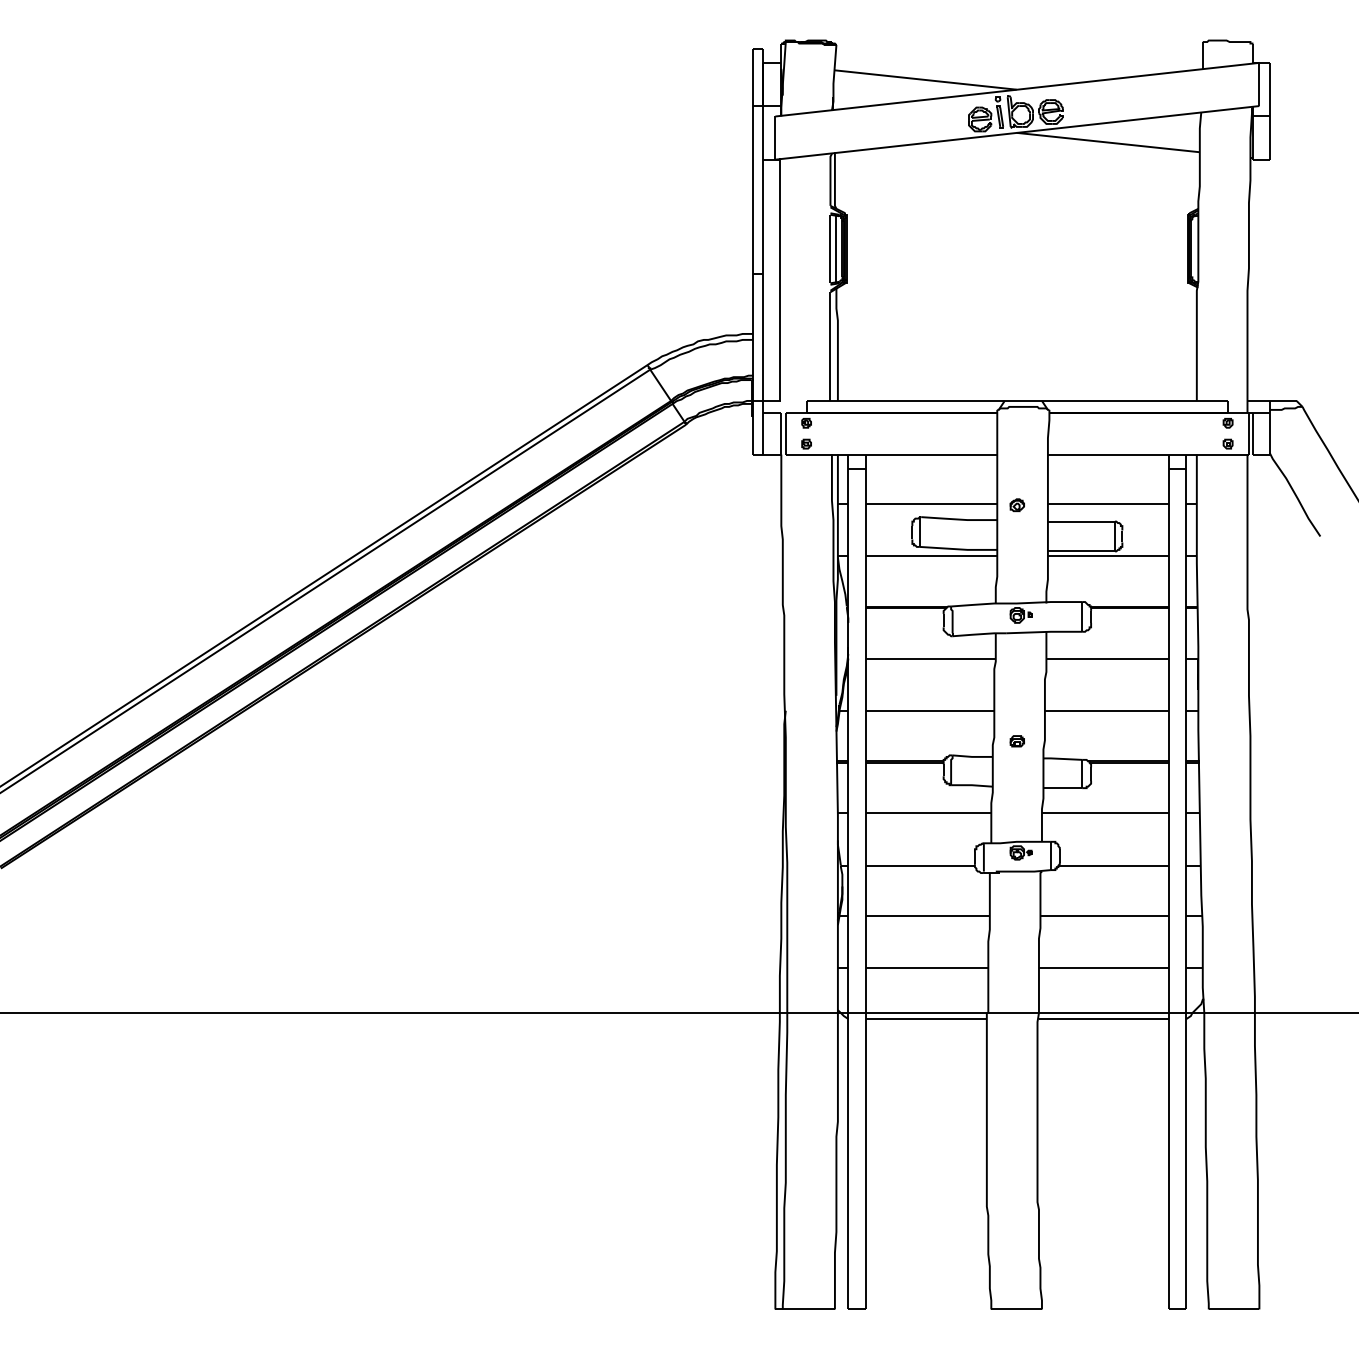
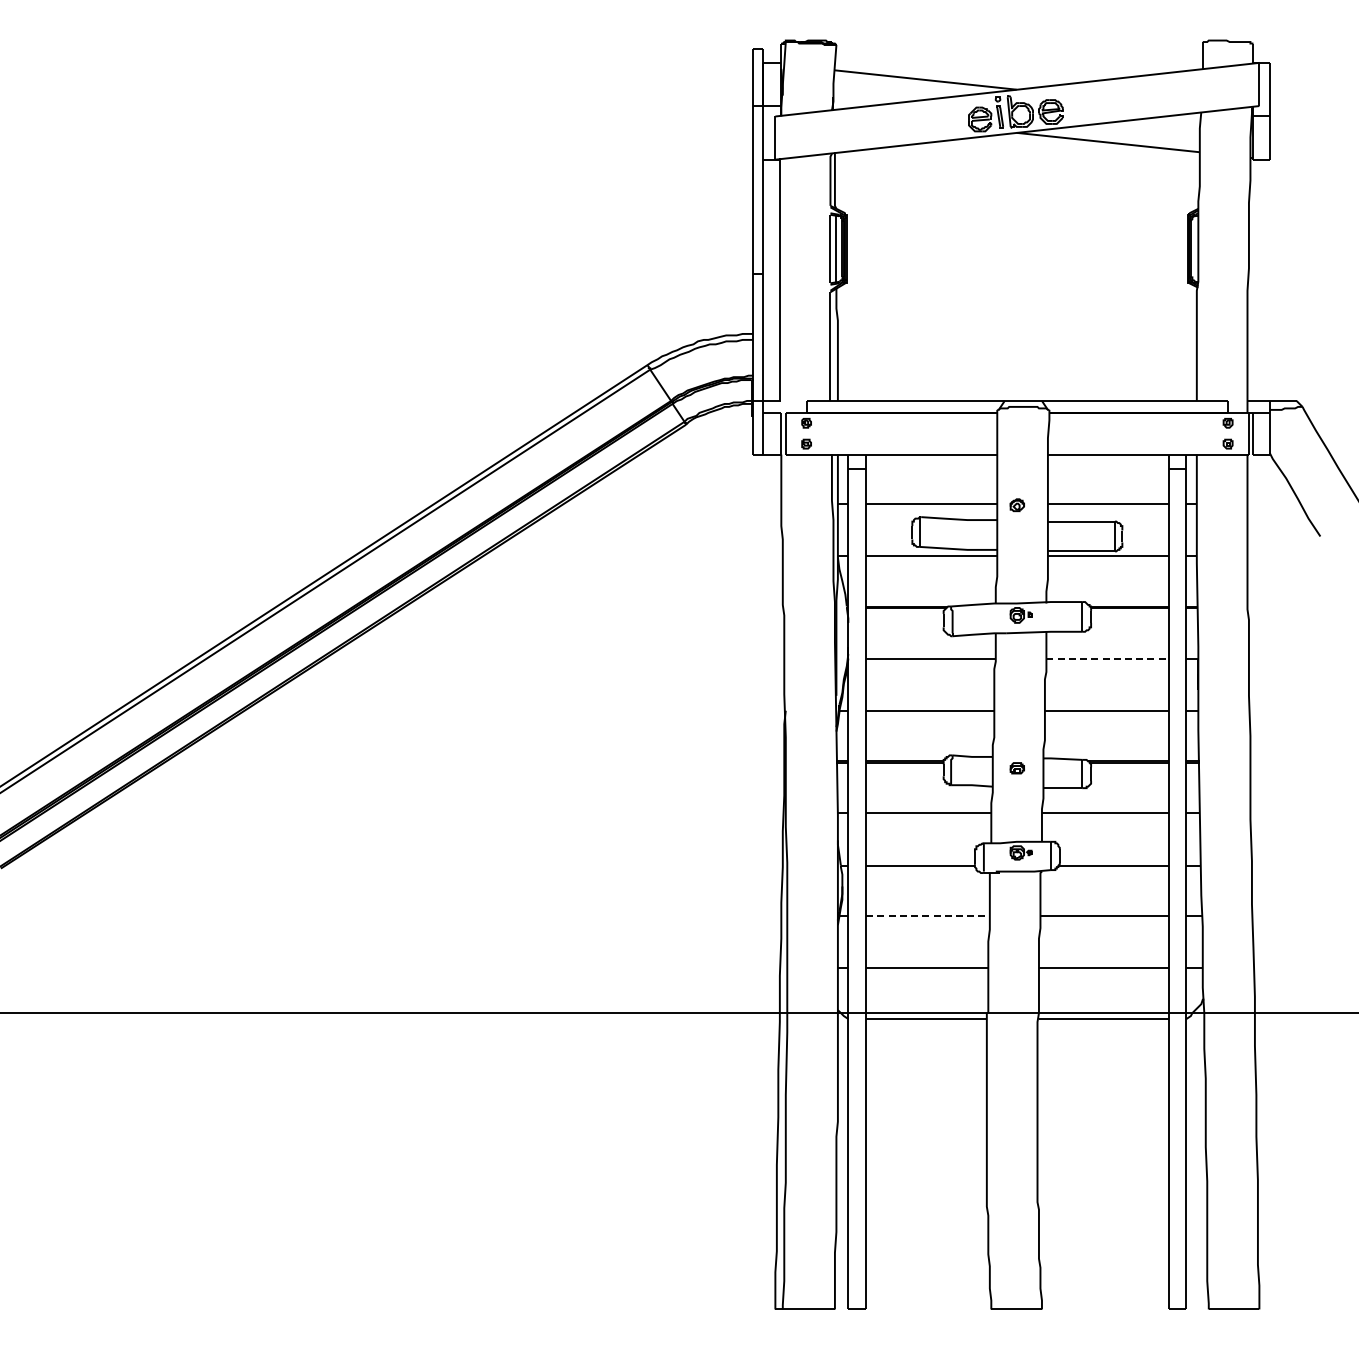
line at (1107, 658): solid -> dashed
part at (1016, 741) position: (1016, 741) -> (1016, 768)
line at (928, 916): solid -> dashed
